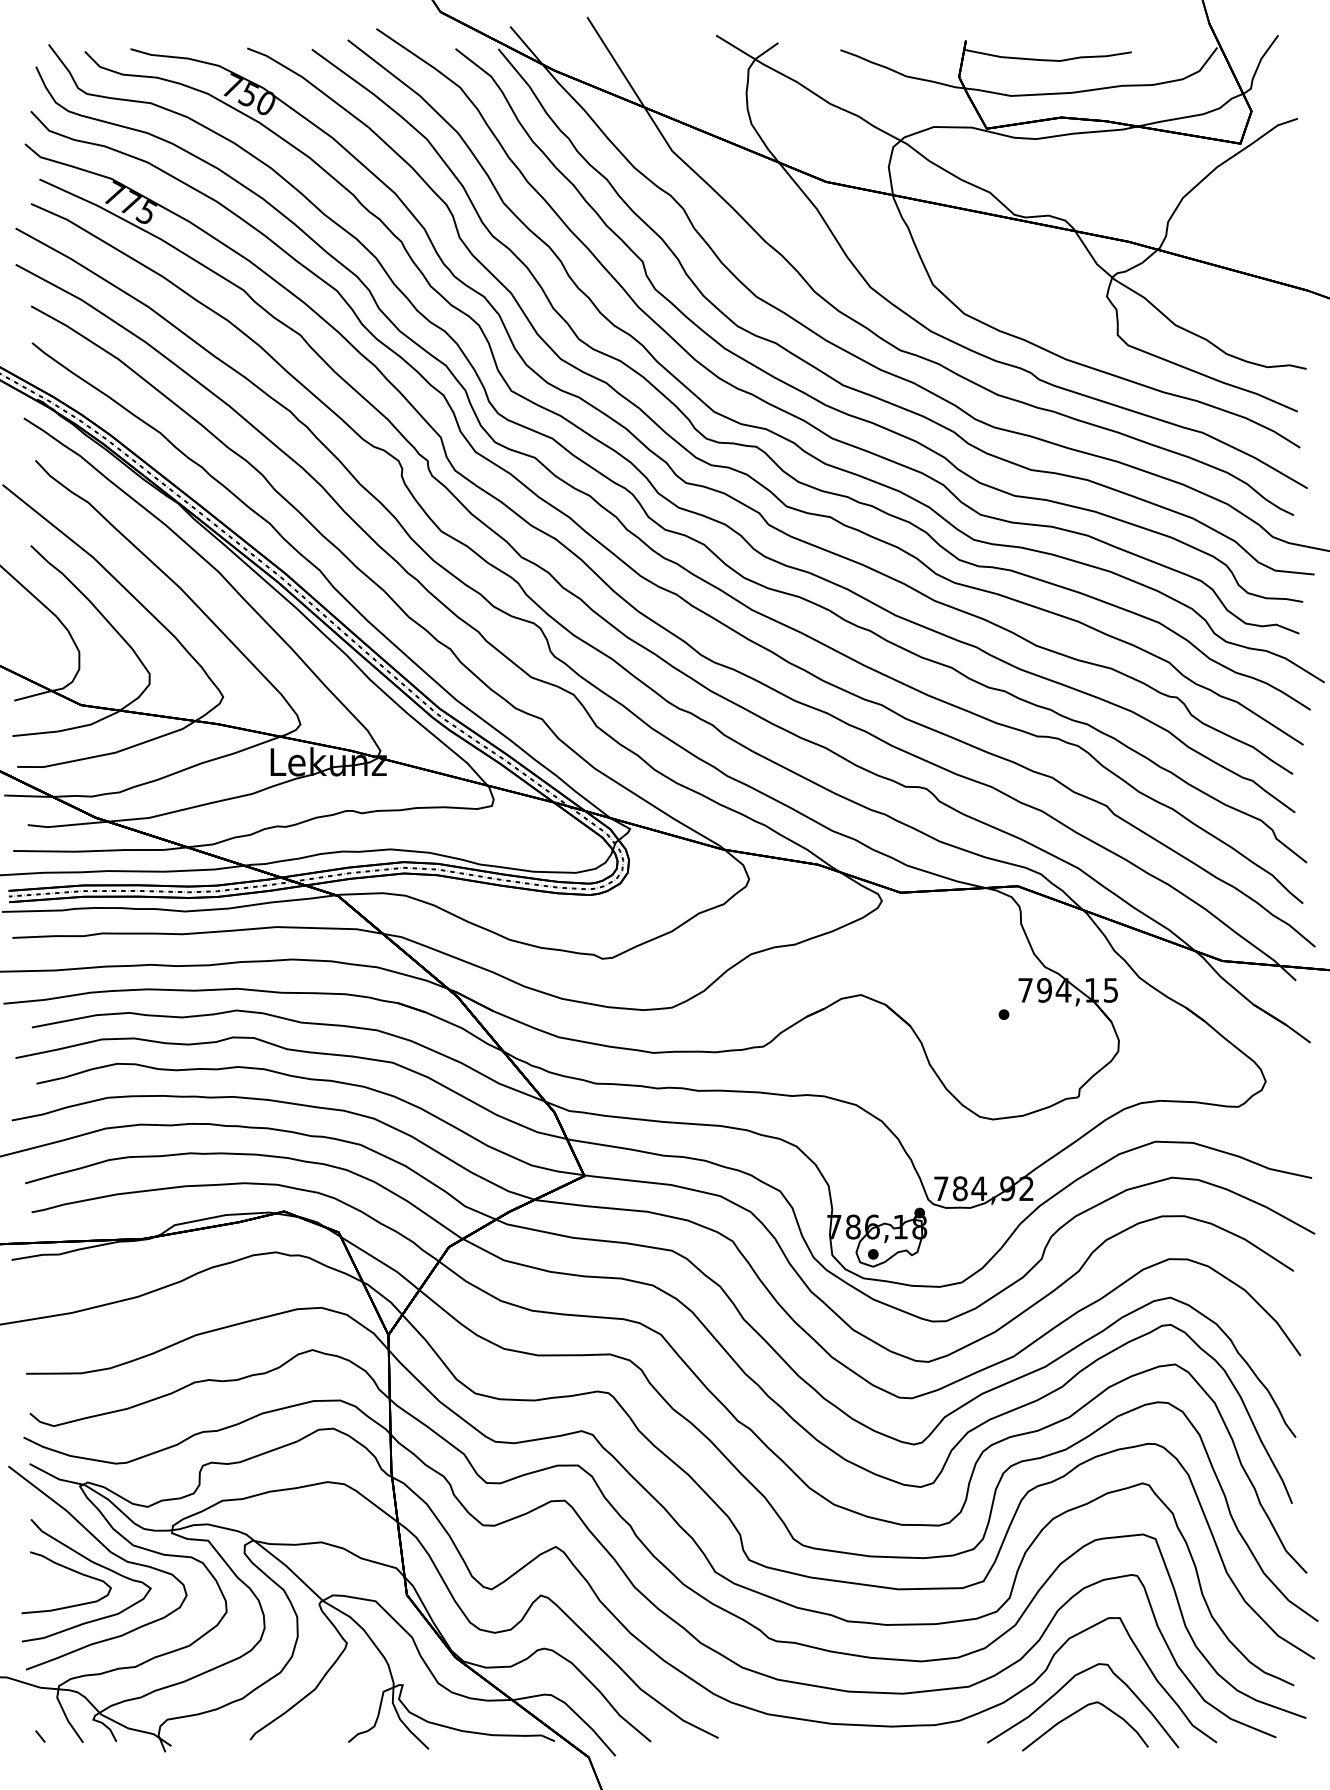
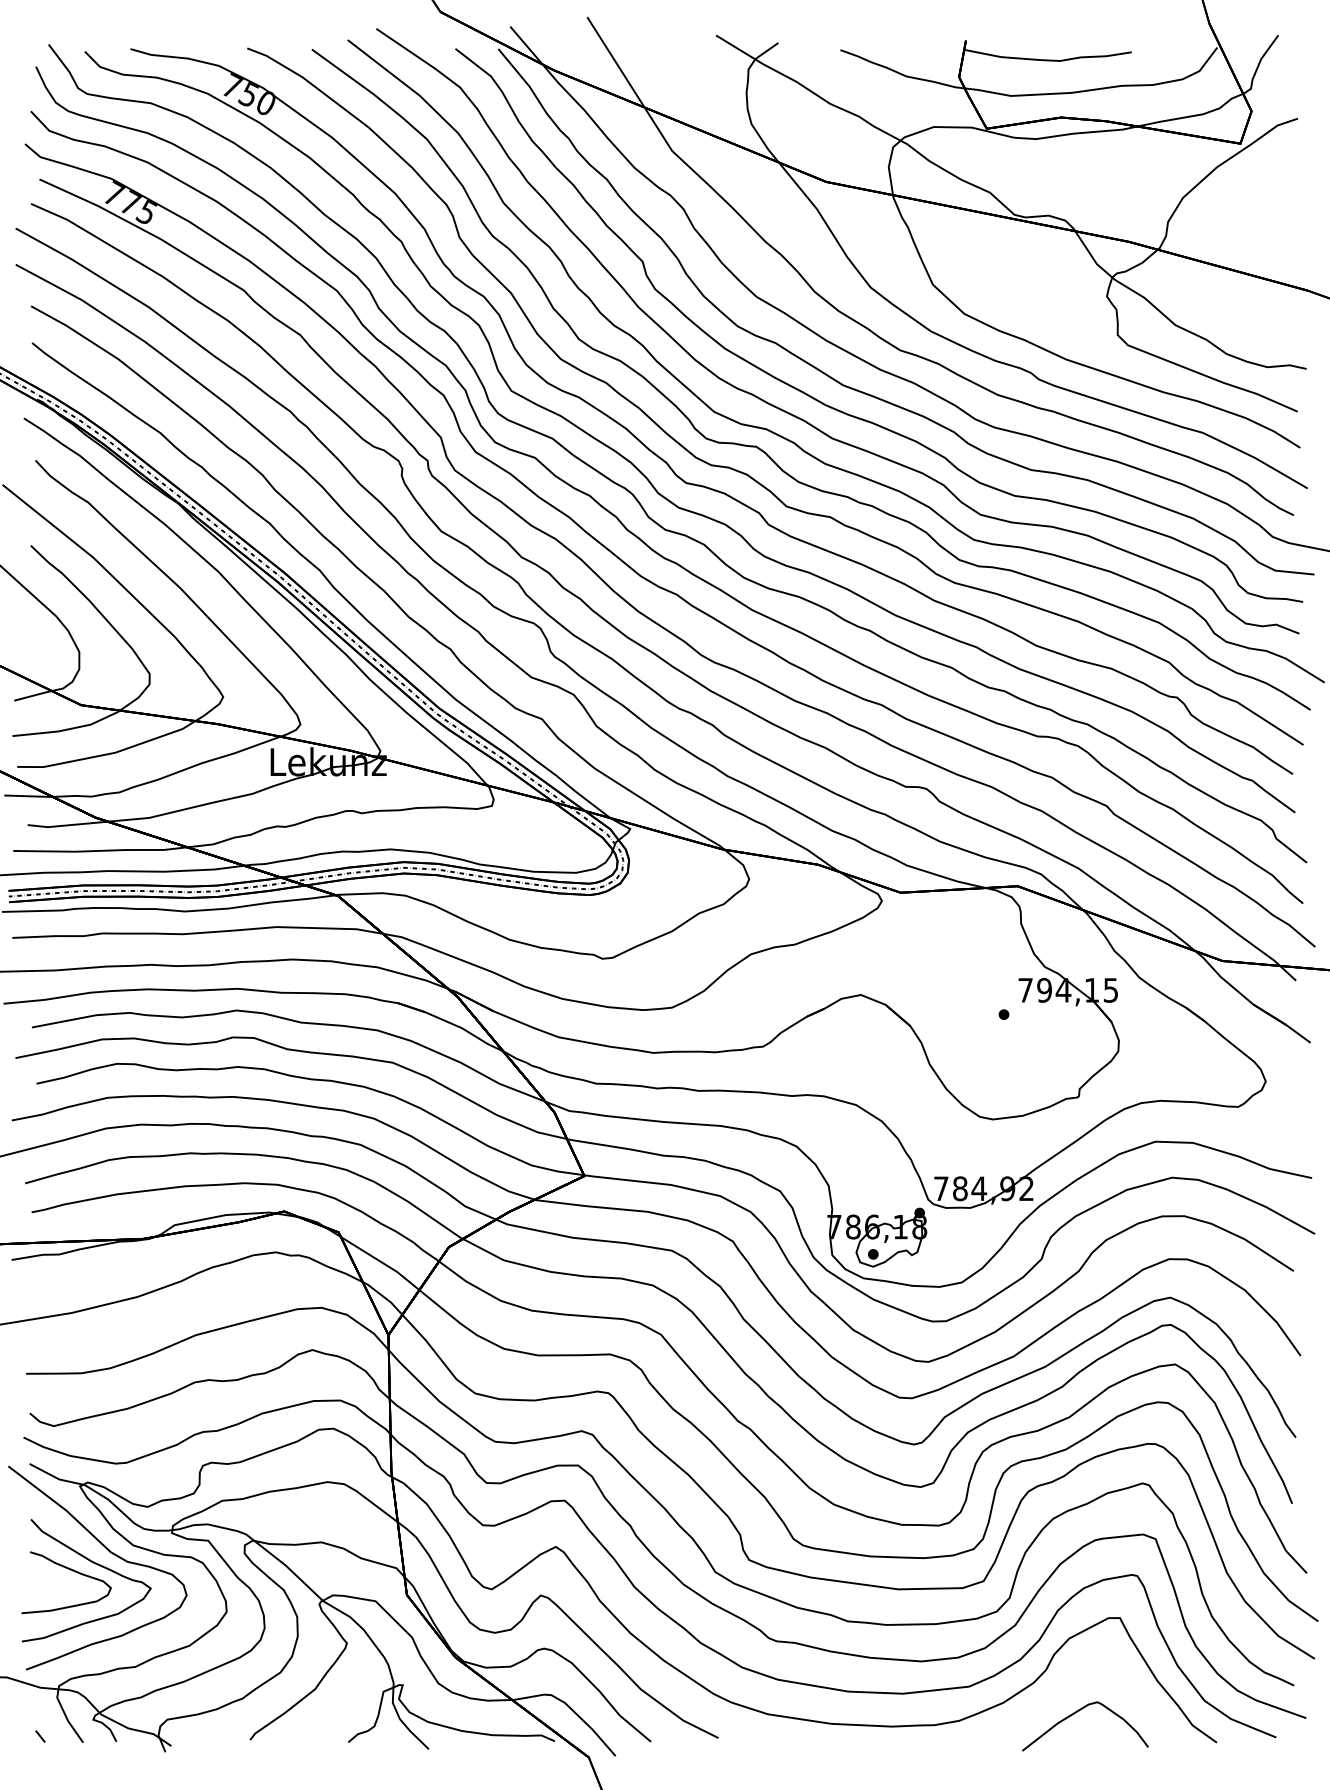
curve at (1066, 1685): present -> none
